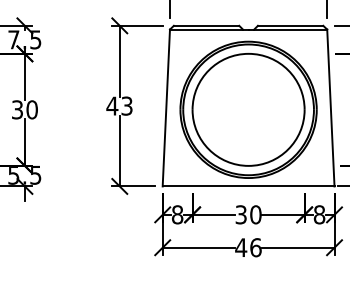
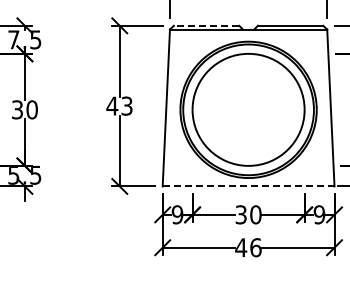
line at (206, 25): solid -> dashed
line at (248, 186): solid -> dashed
text at (177, 214): 8 -> 9
text at (319, 214): 8 -> 9
